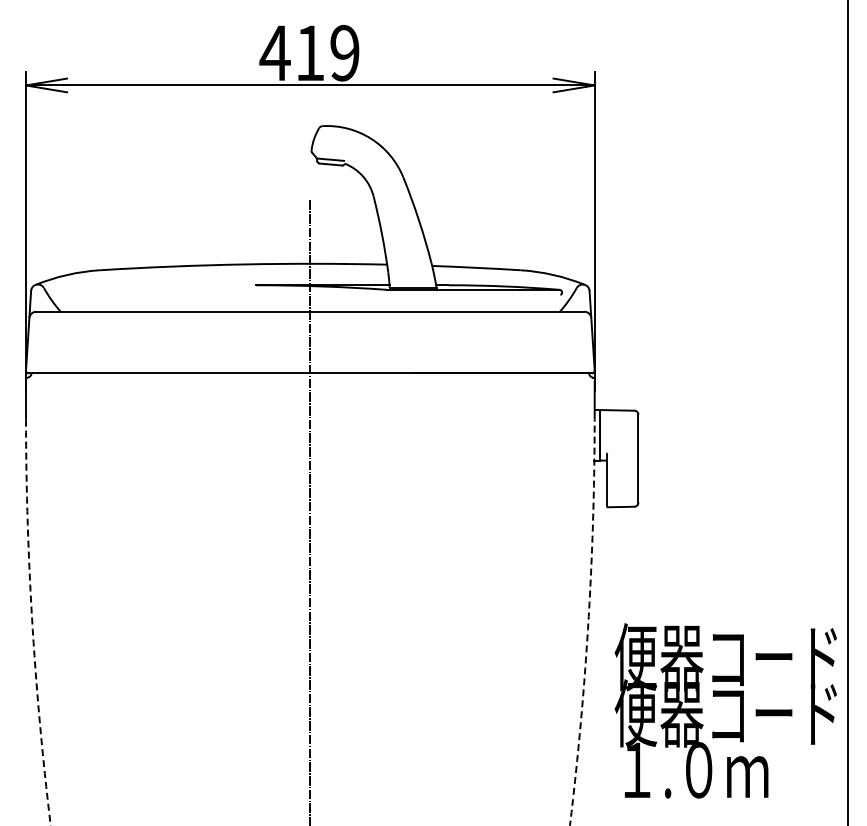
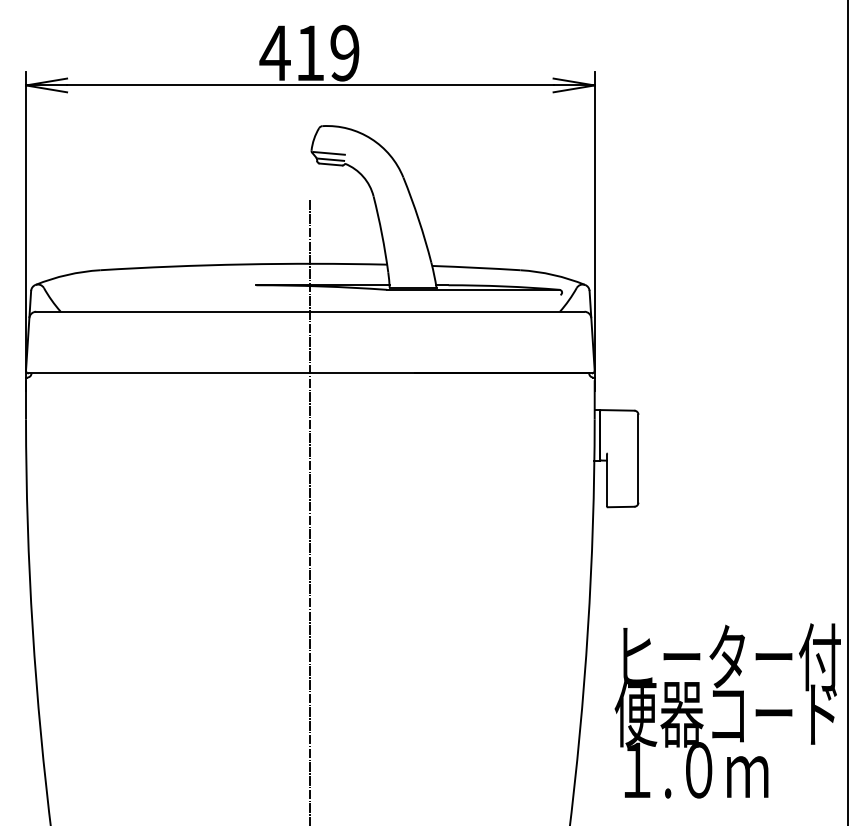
line at (328, 153): none -> present
arc at (32, 623): dashed -> solid
arc at (588, 623): dashed -> solid
text at (727, 657): 便器コード -> ヒーター付
